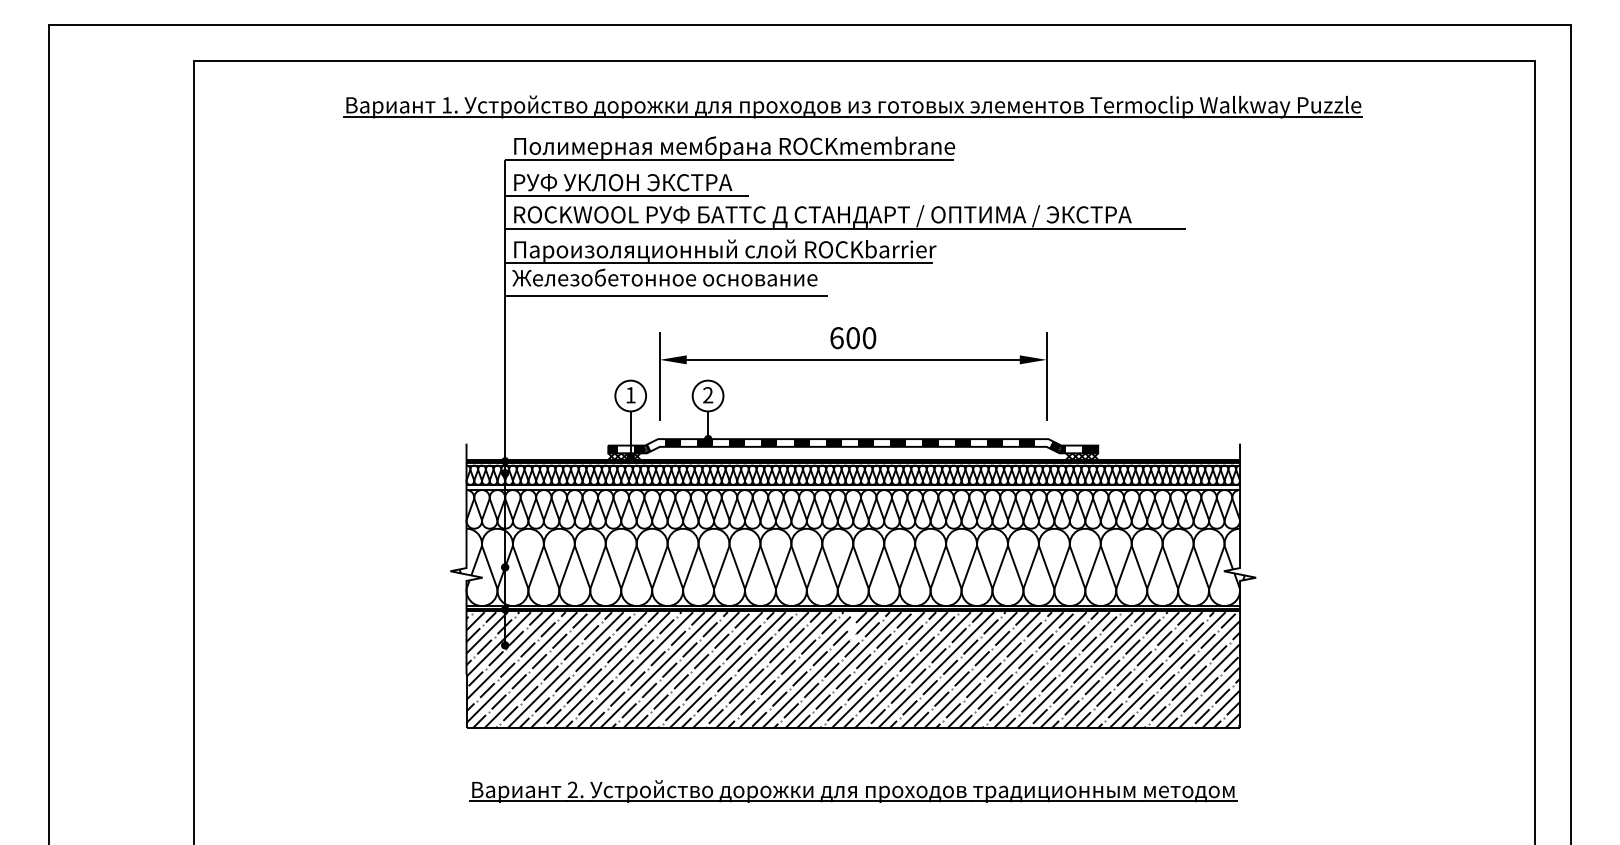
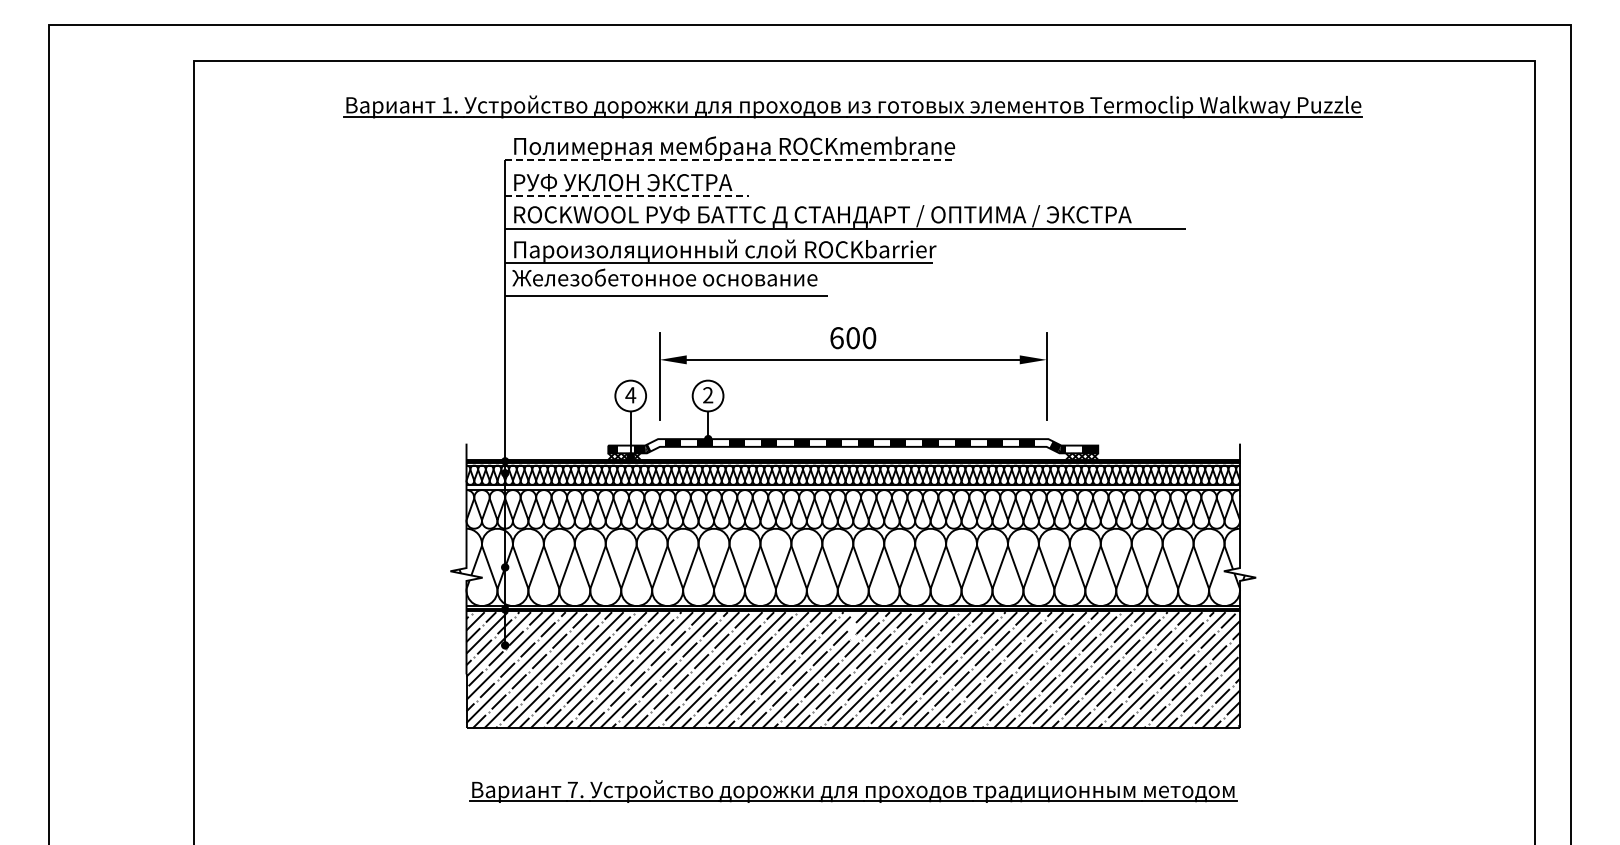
line at (729, 160): solid -> dashed
line at (627, 196): solid -> dashed
text at (630, 395): 1 -> 4
text at (572, 789): 2. -> 7.
